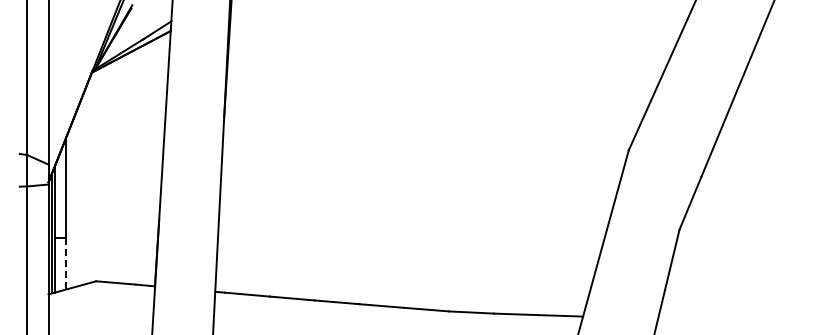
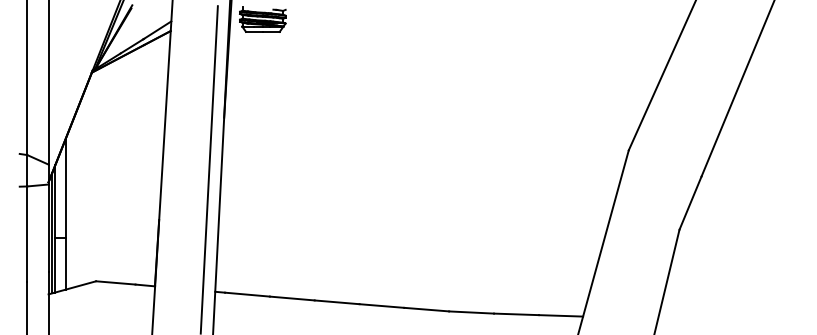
part at (262, 19): none -> present
line at (208, 168): none -> present
line at (65, 264): dashed -> solid
